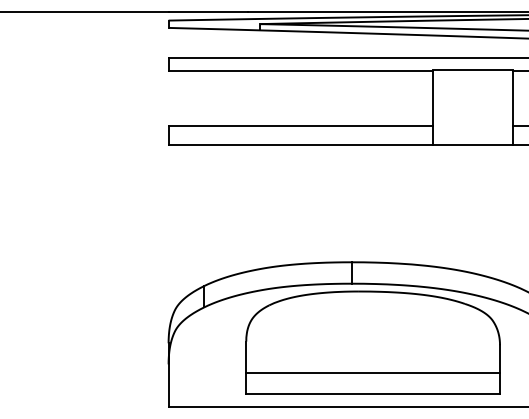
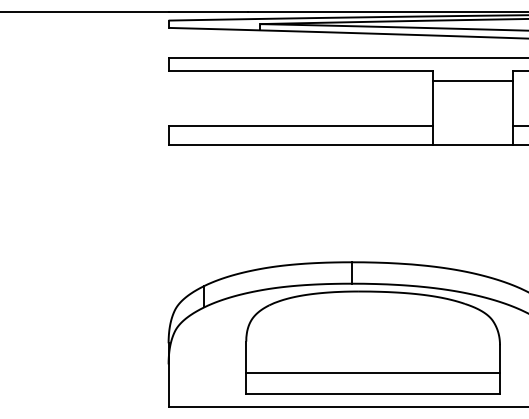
line at (473, 69) position: (473, 69) -> (473, 80)
